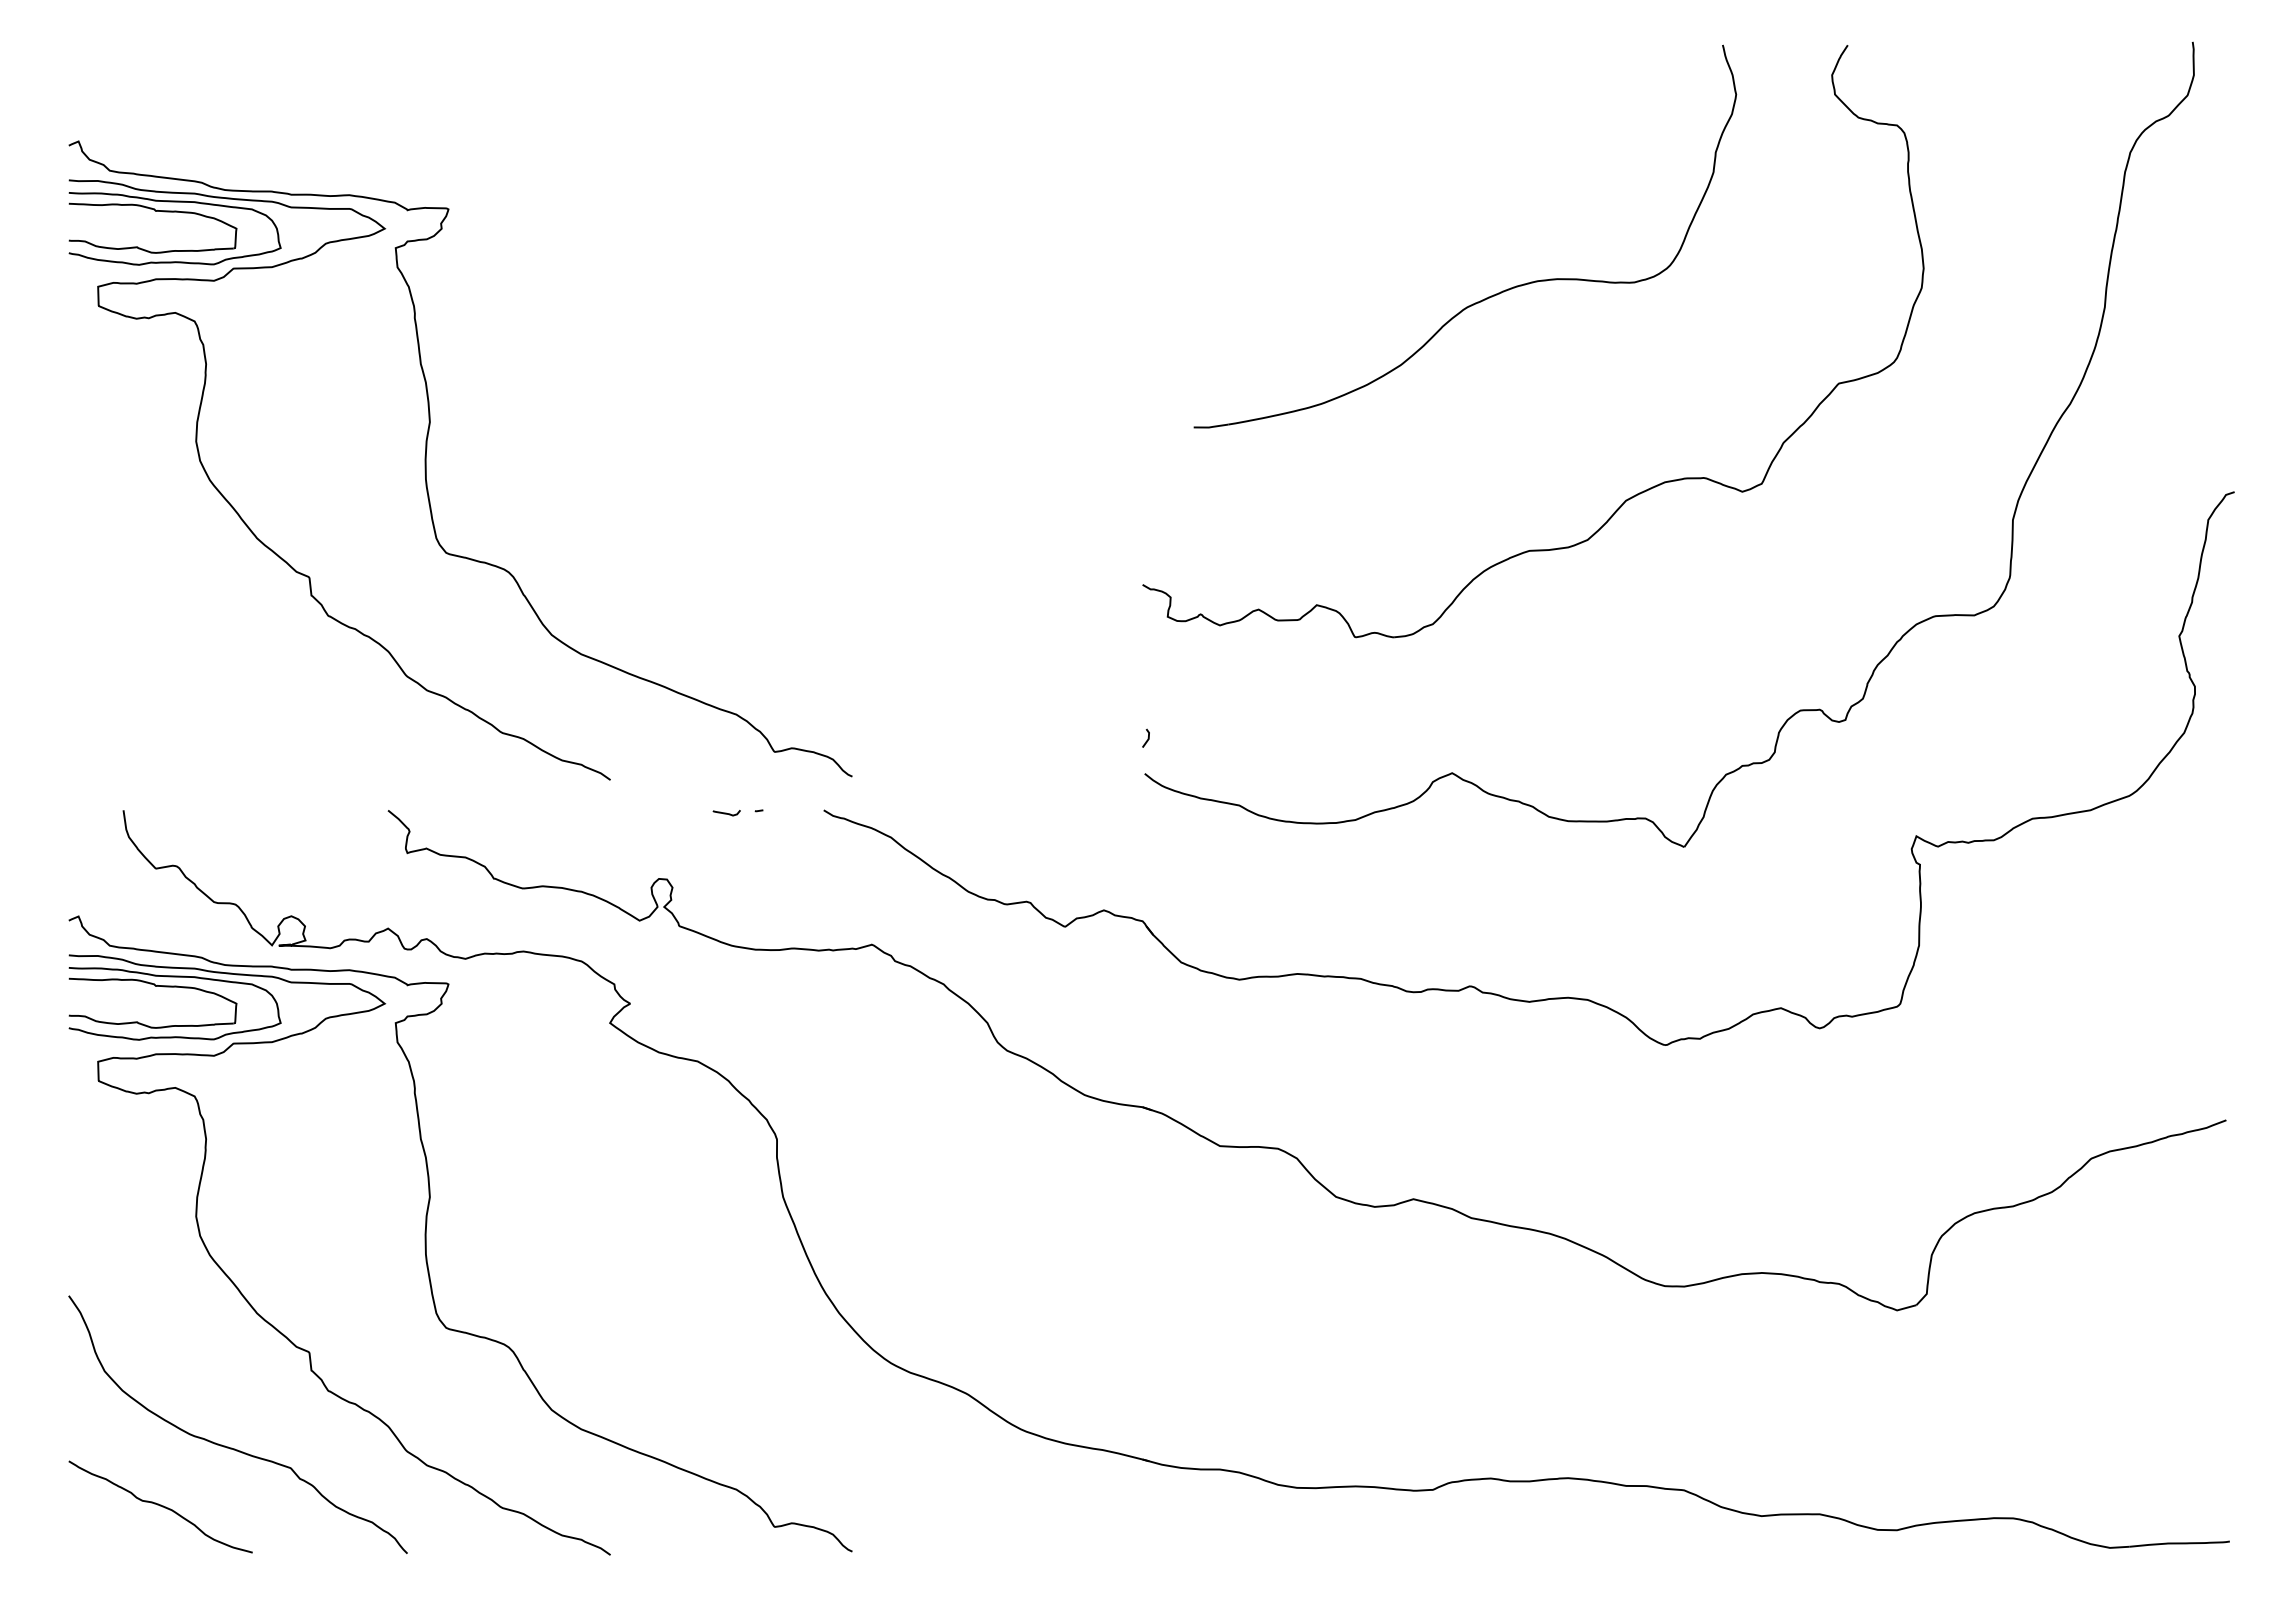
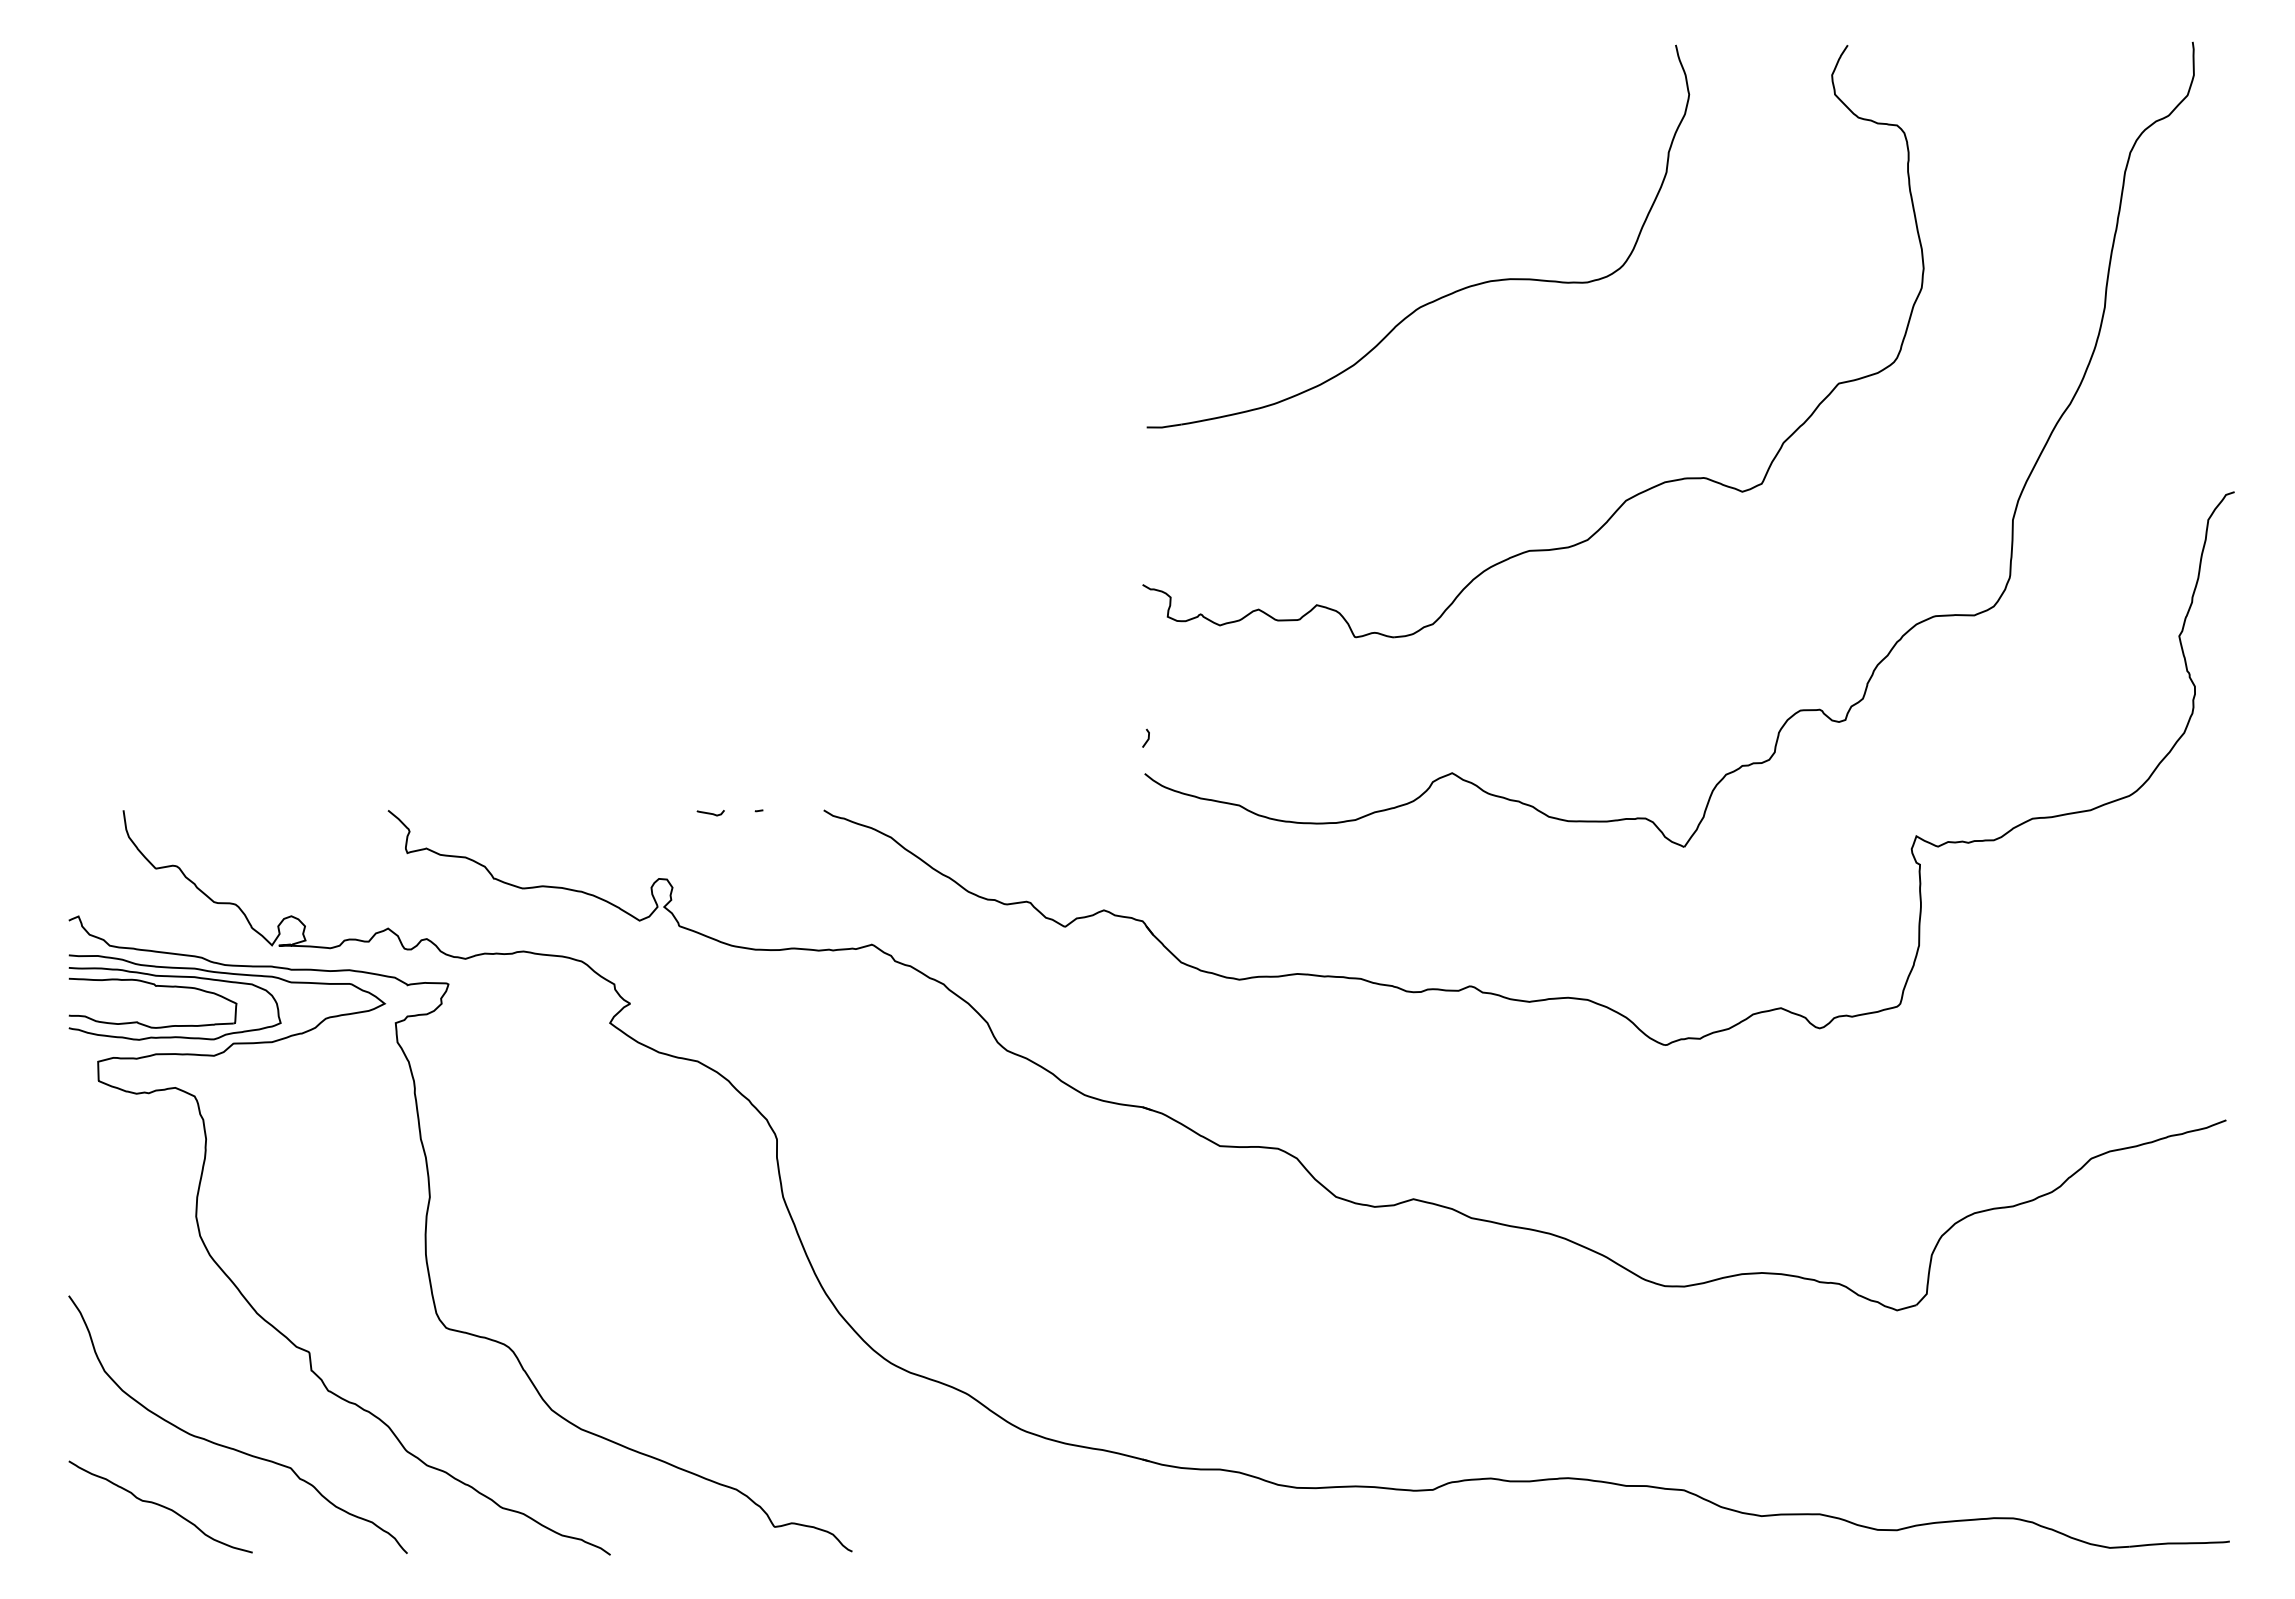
part at (1488, 296) position: (1488, 296) -> (1441, 296)
part at (426, 460): present -> none
curve at (726, 813) position: (726, 813) -> (710, 813)
